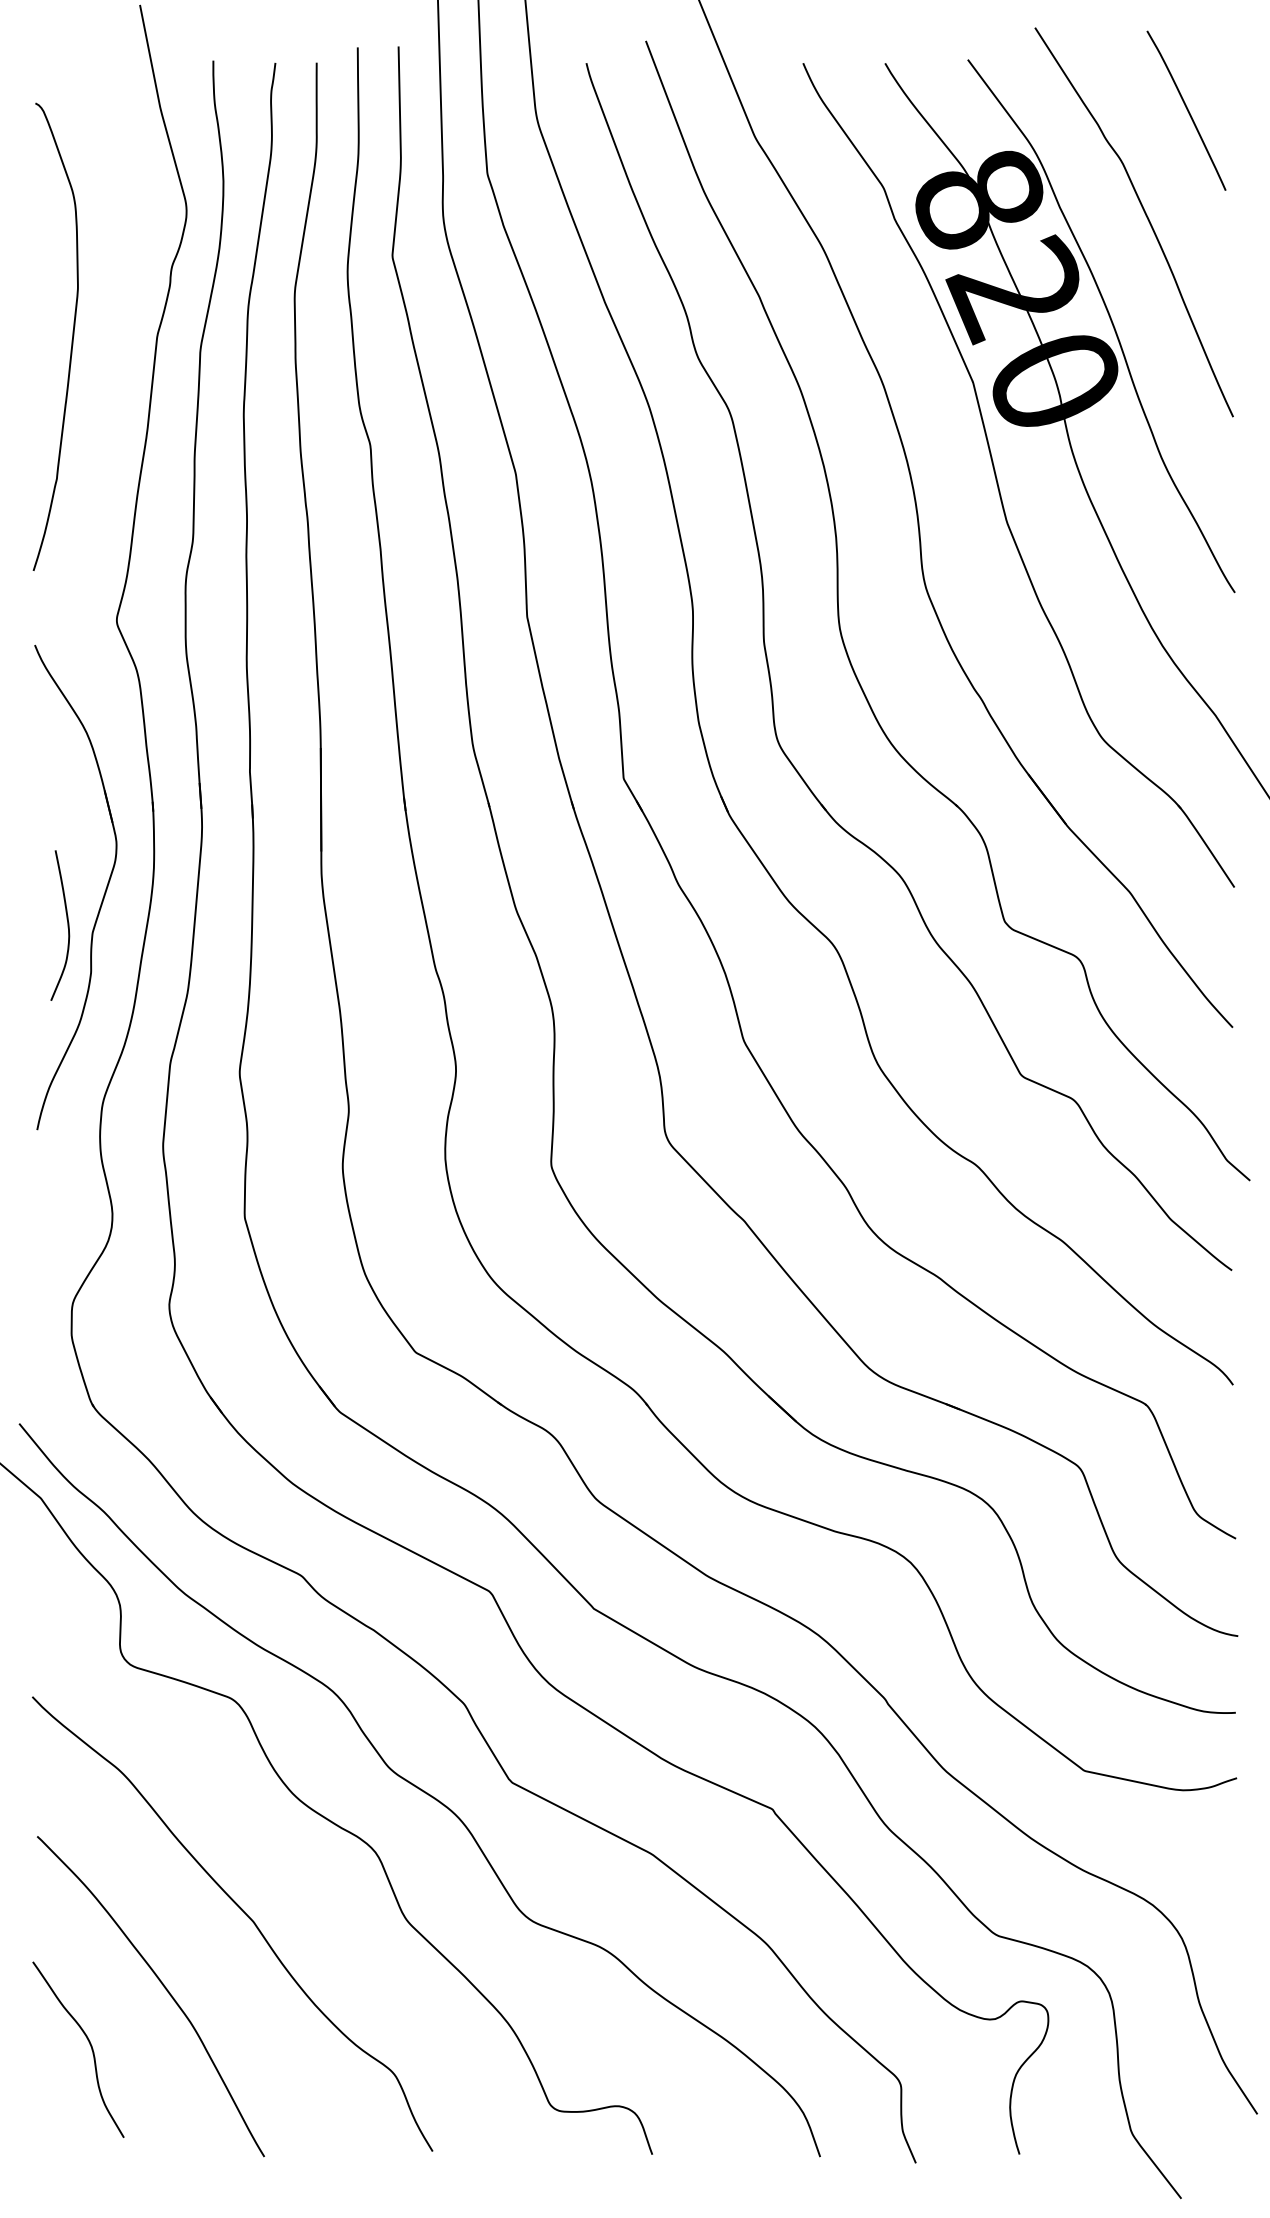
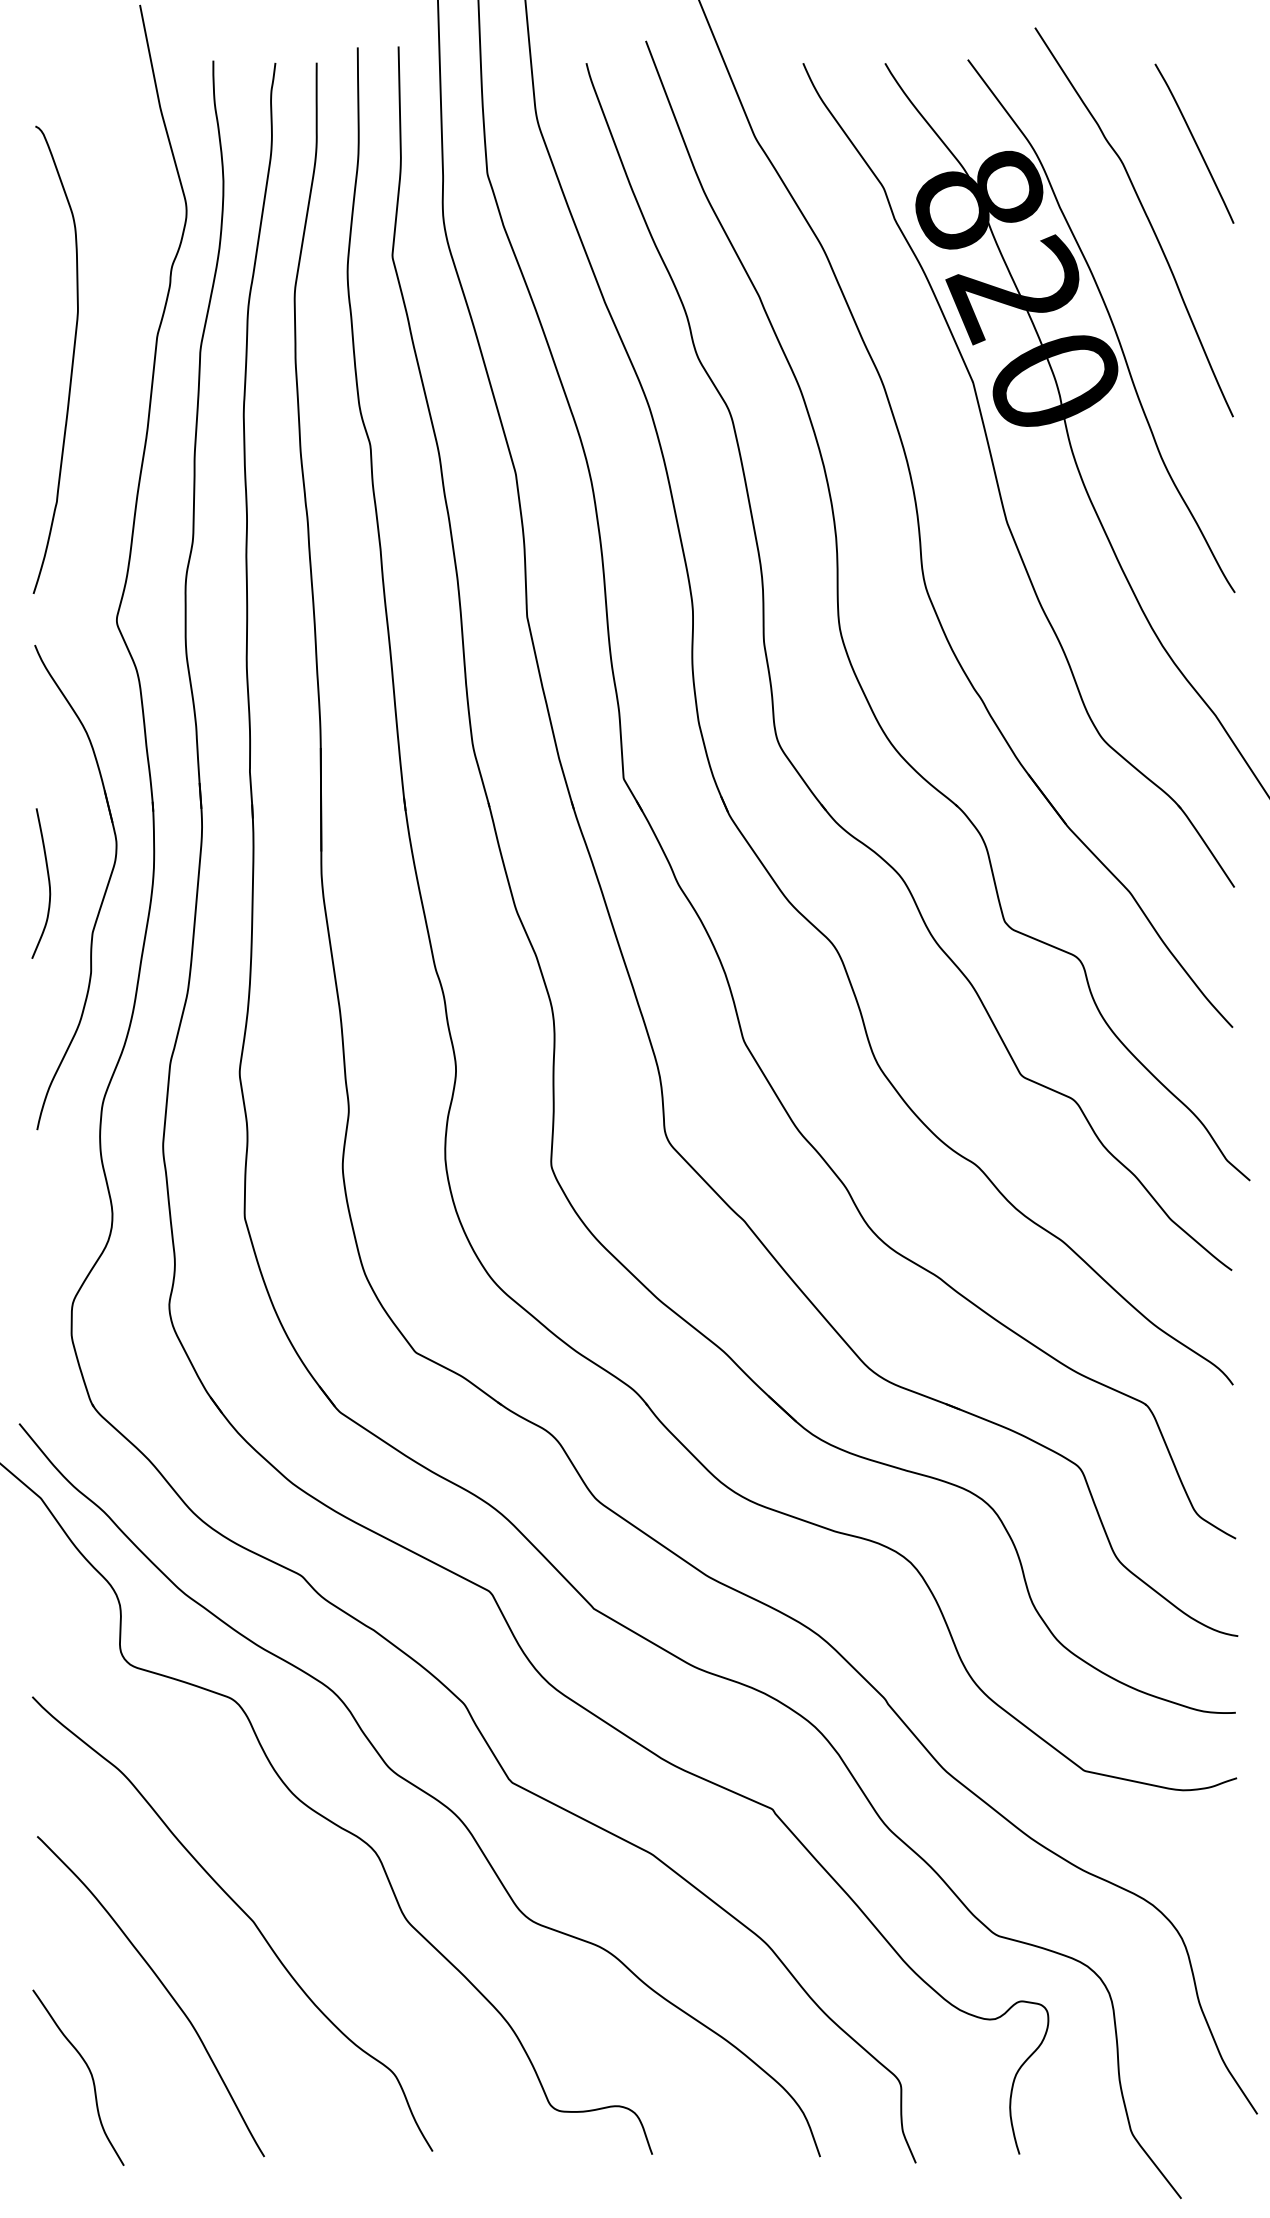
curve at (1186, 109) position: (1186, 109) -> (1194, 142)
curve at (71, 340) position: (71, 340) -> (71, 363)
curve at (67, 925) position: (67, 925) -> (48, 883)
curve at (89, 2044) position: (89, 2044) -> (89, 2072)
